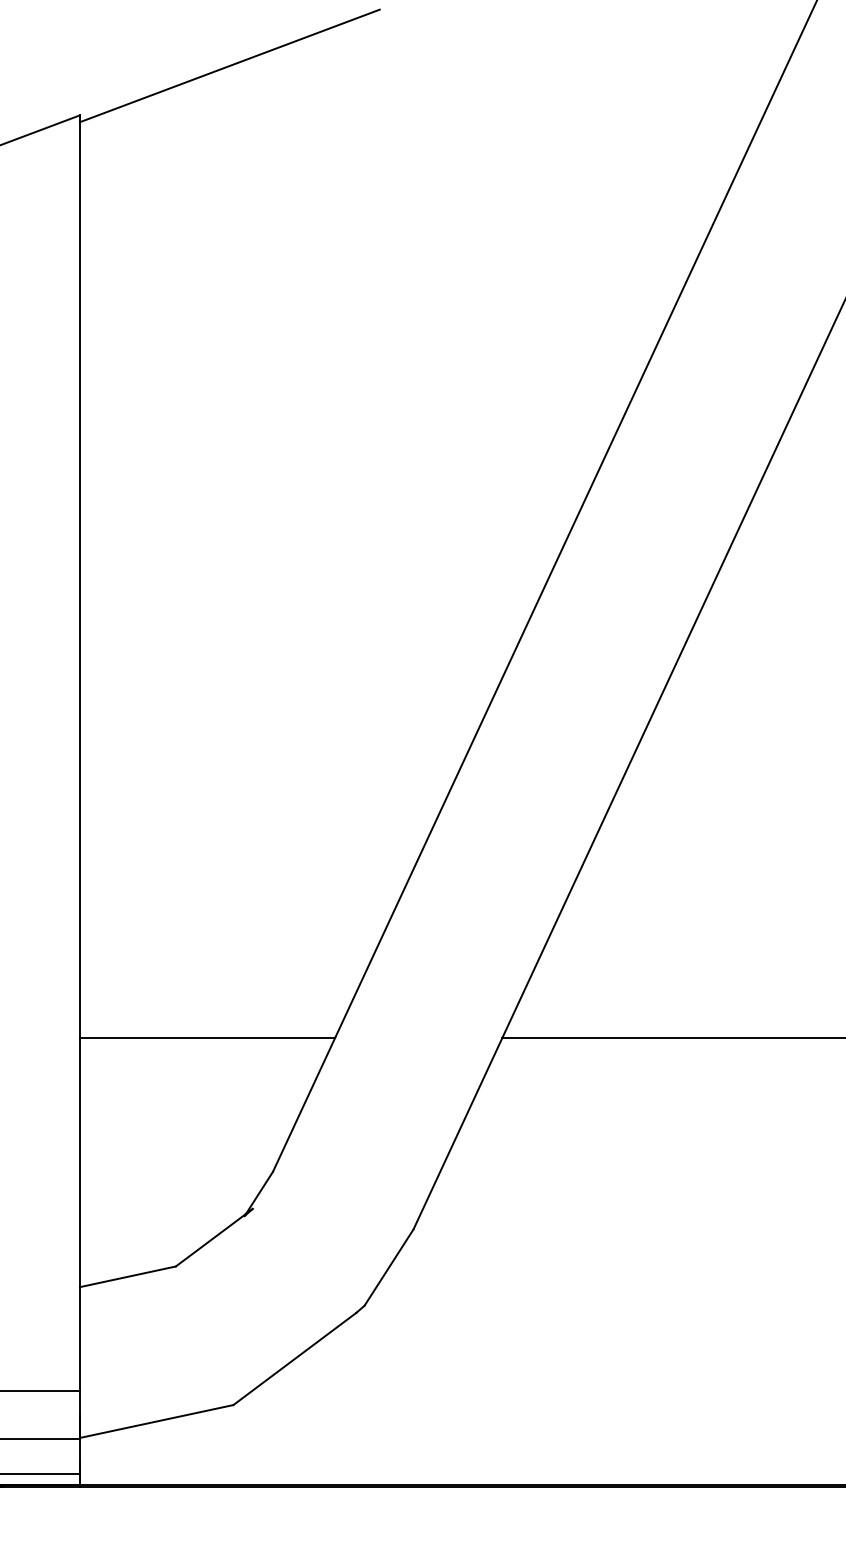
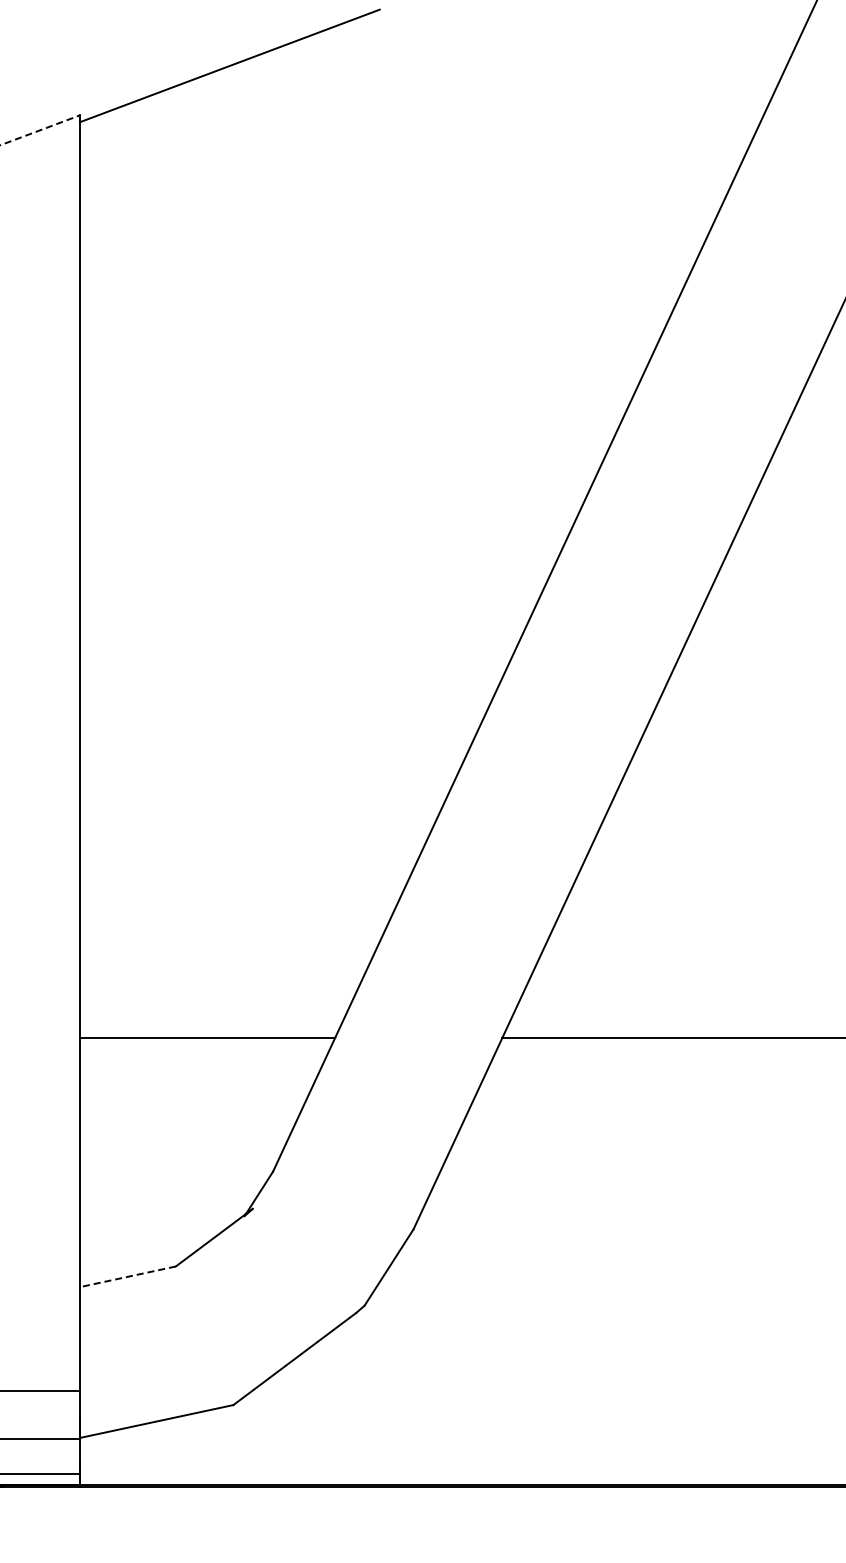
line at (40, 130): solid -> dashed
line at (127, 1276): solid -> dashed
